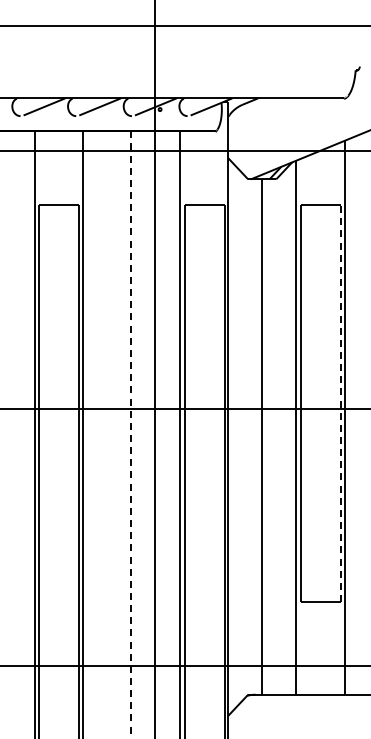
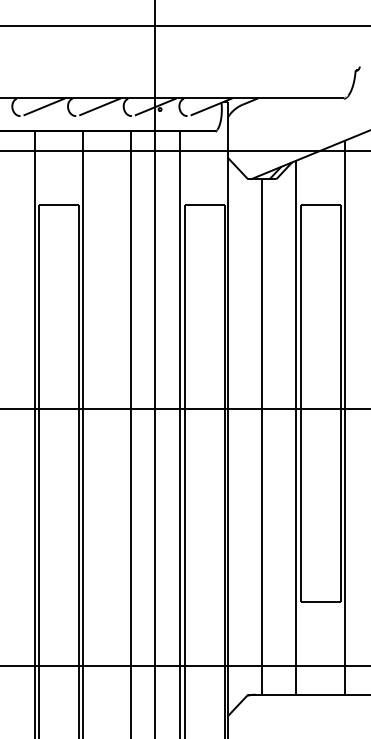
line at (340, 403): dashed -> solid
line at (131, 435): dashed -> solid
